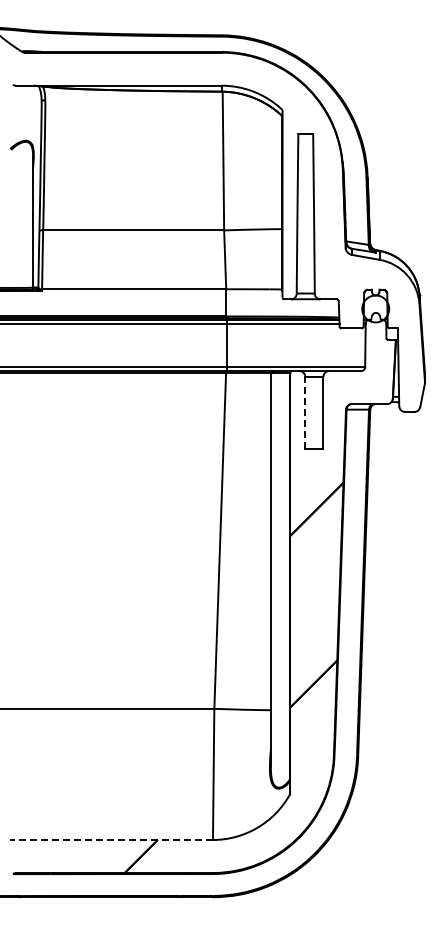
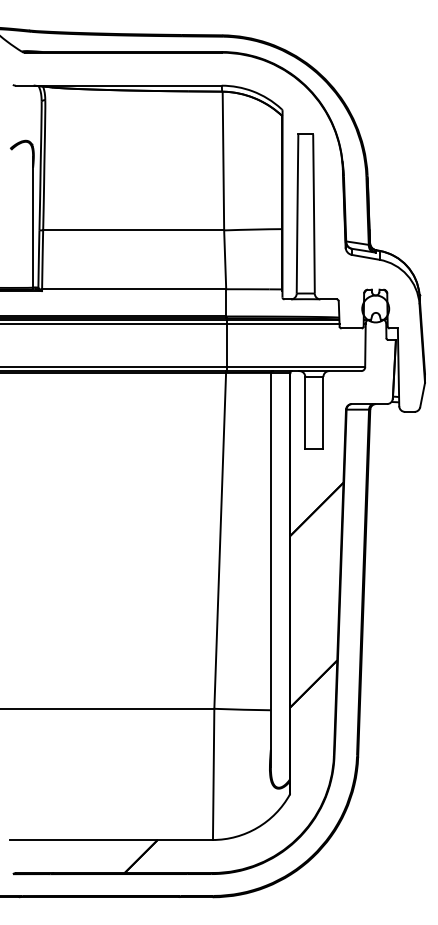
line at (305, 412): dashed -> solid
line at (110, 840): dashed -> solid
